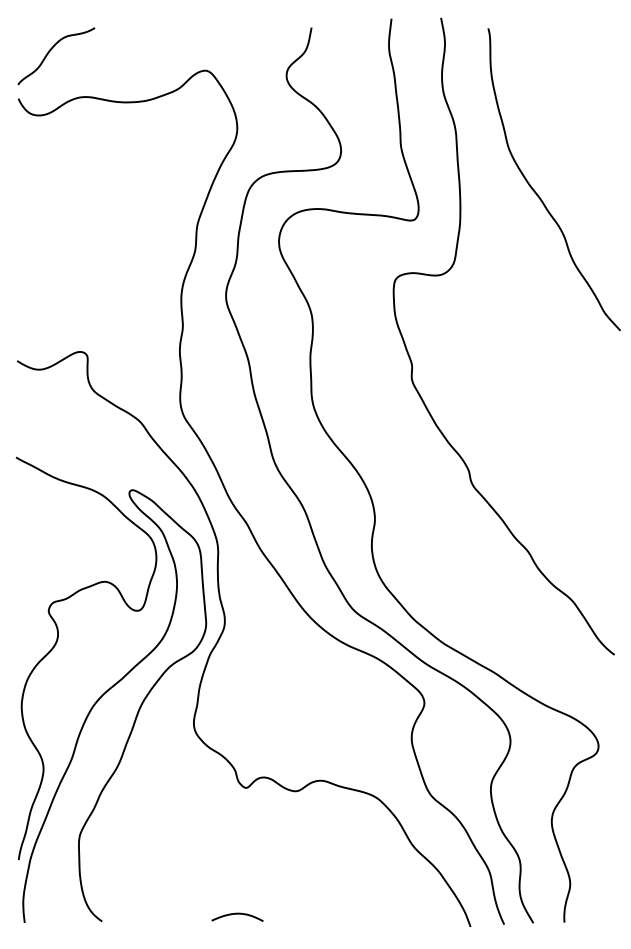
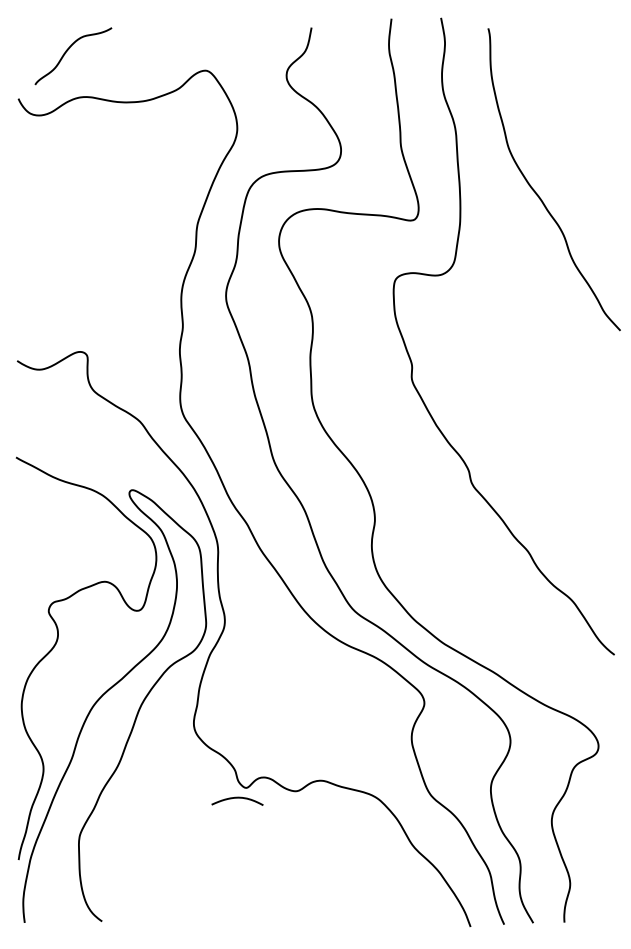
curve at (51, 50) position: (51, 50) -> (68, 50)
curve at (237, 914) position: (237, 914) -> (237, 798)
